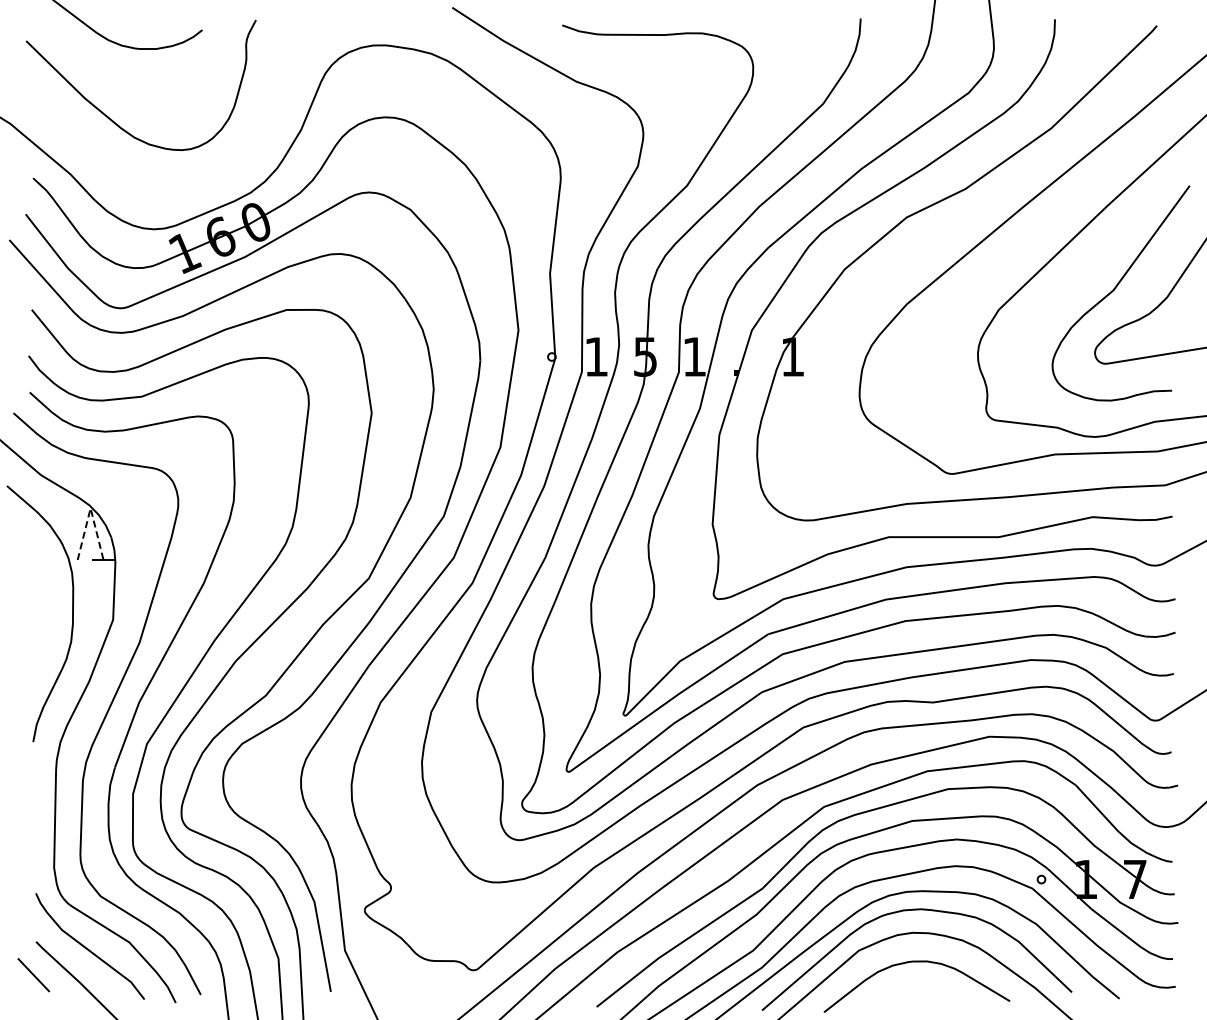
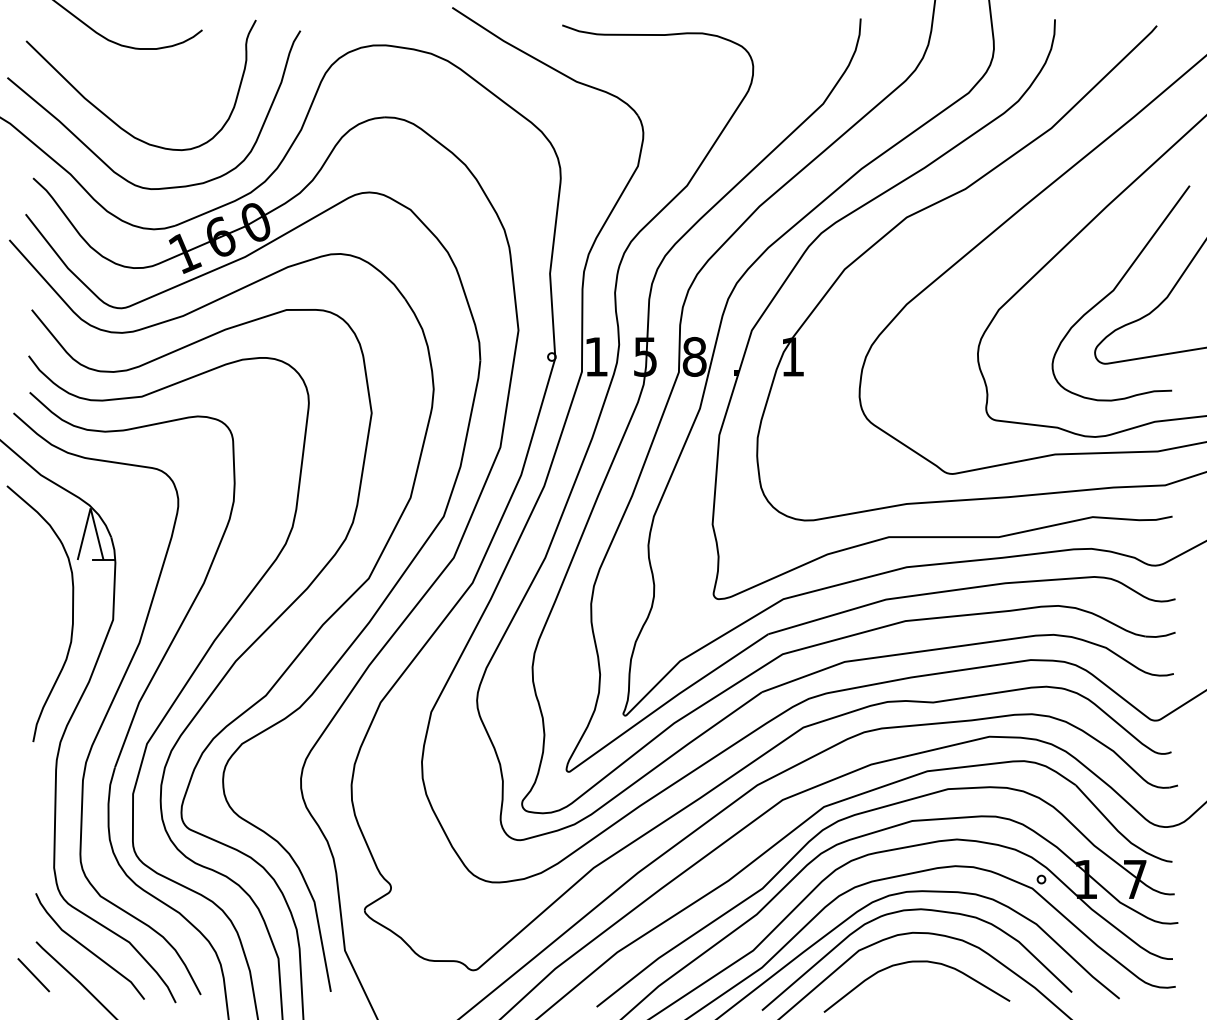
curve at (103, 160): none -> present
text at (694, 356): 1 -> 8
line at (90, 508): dashed -> solid
